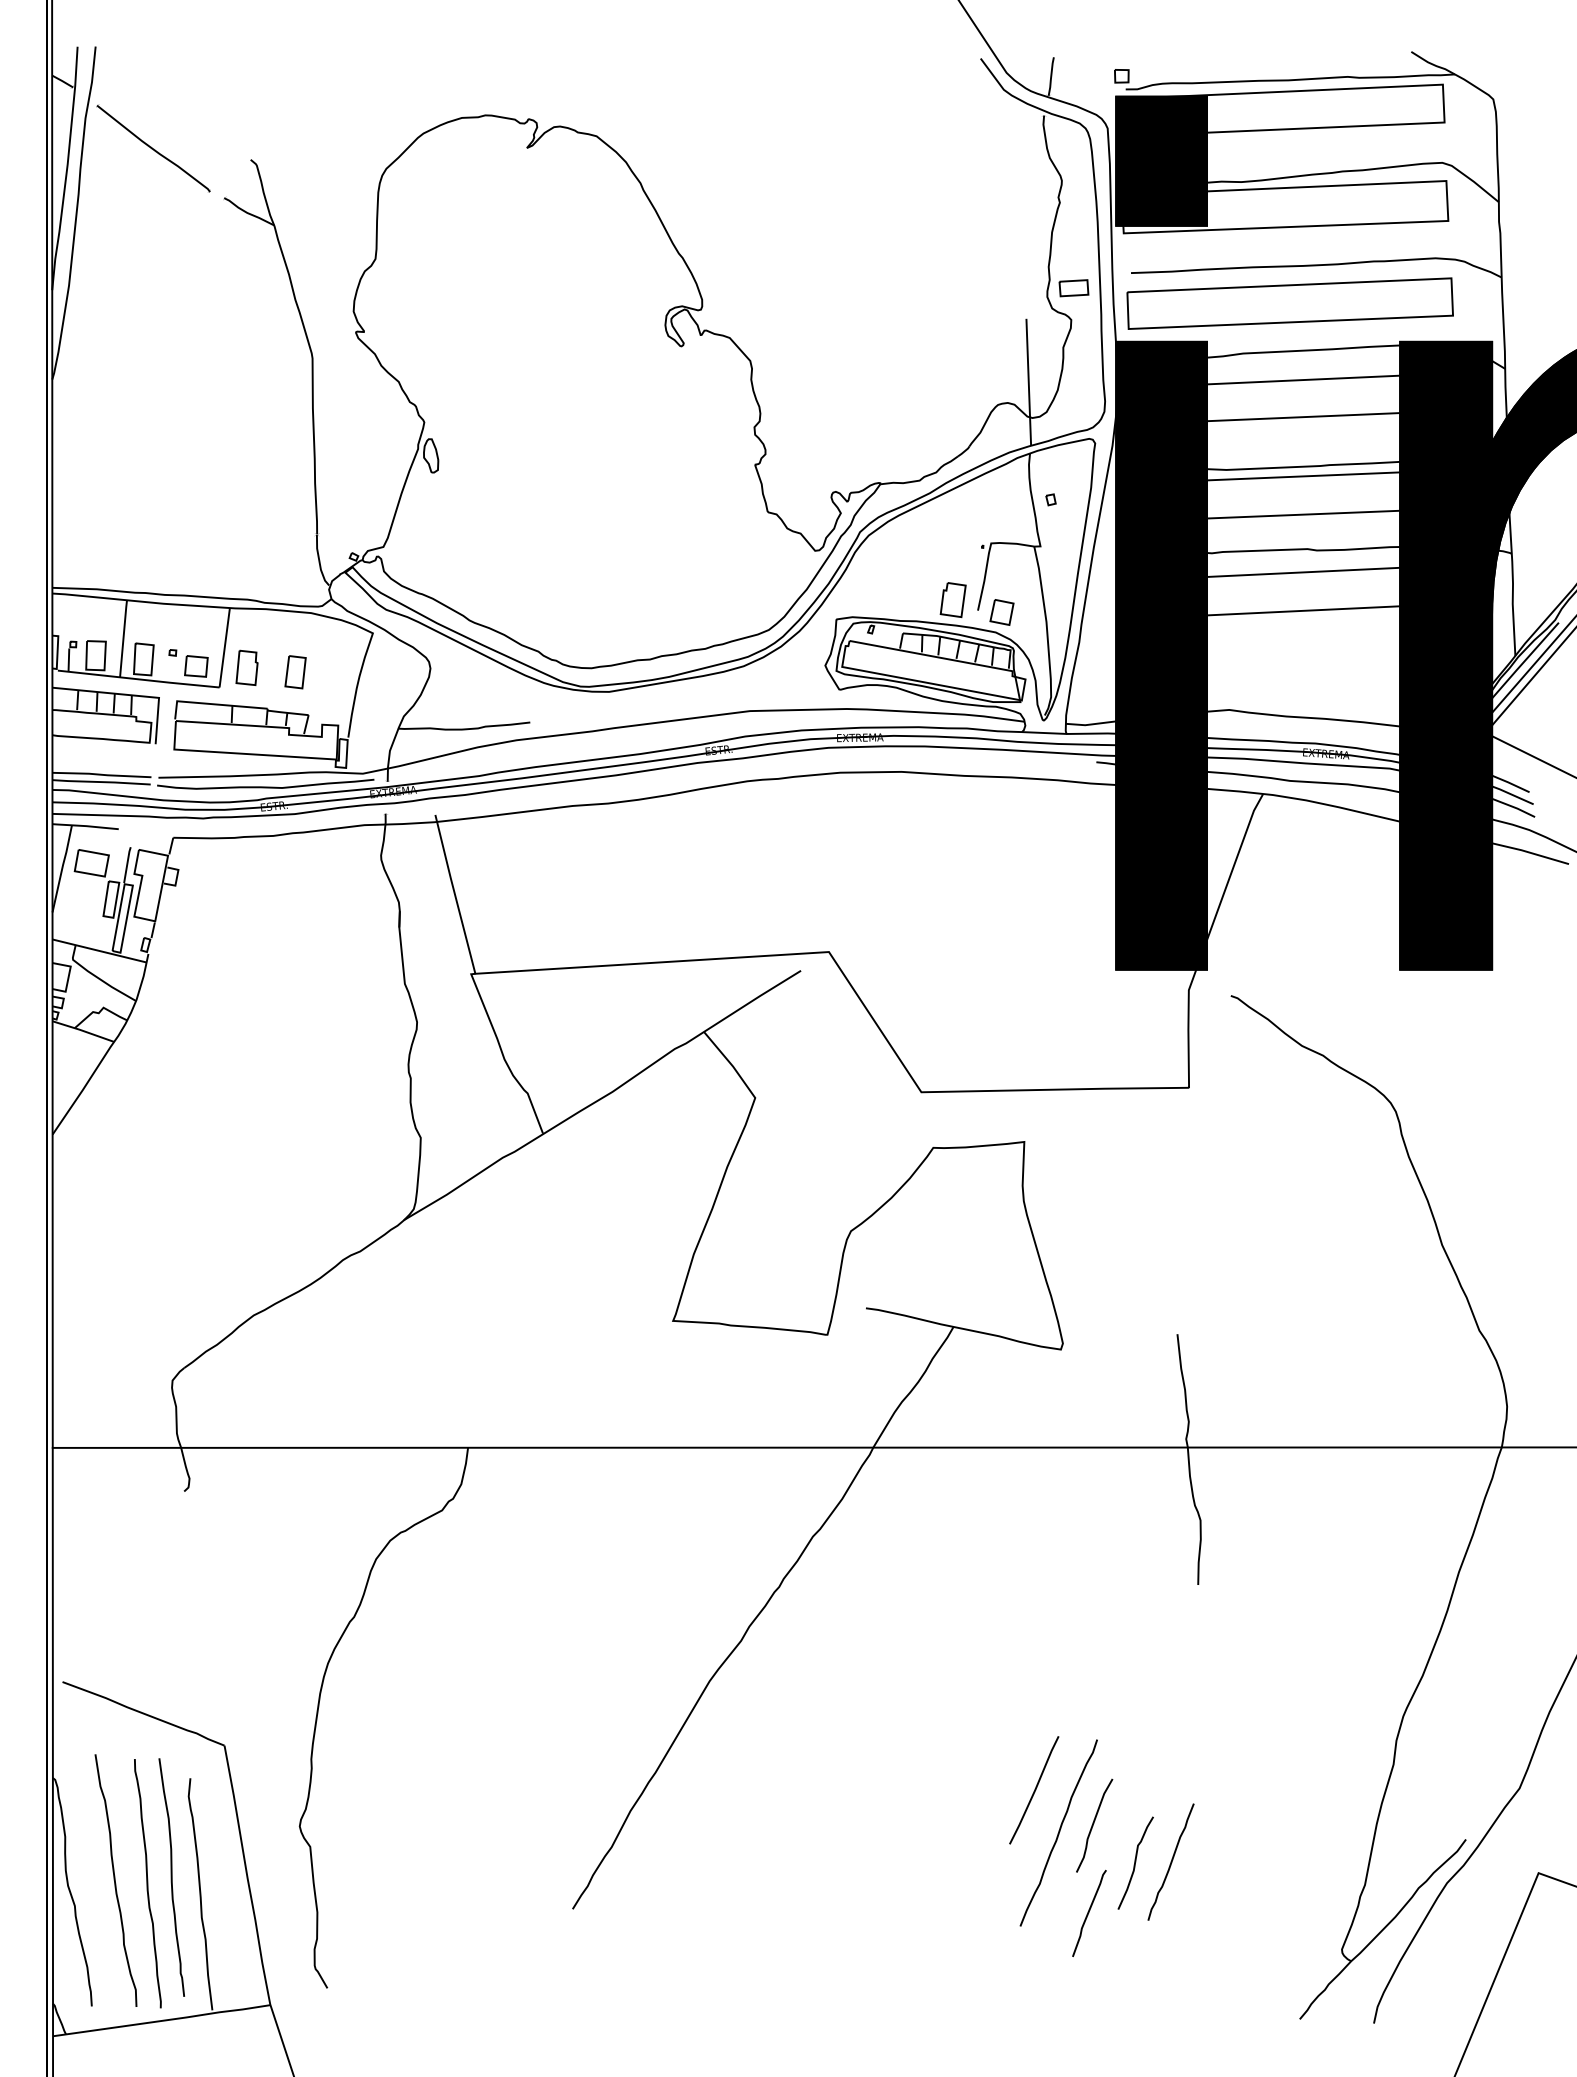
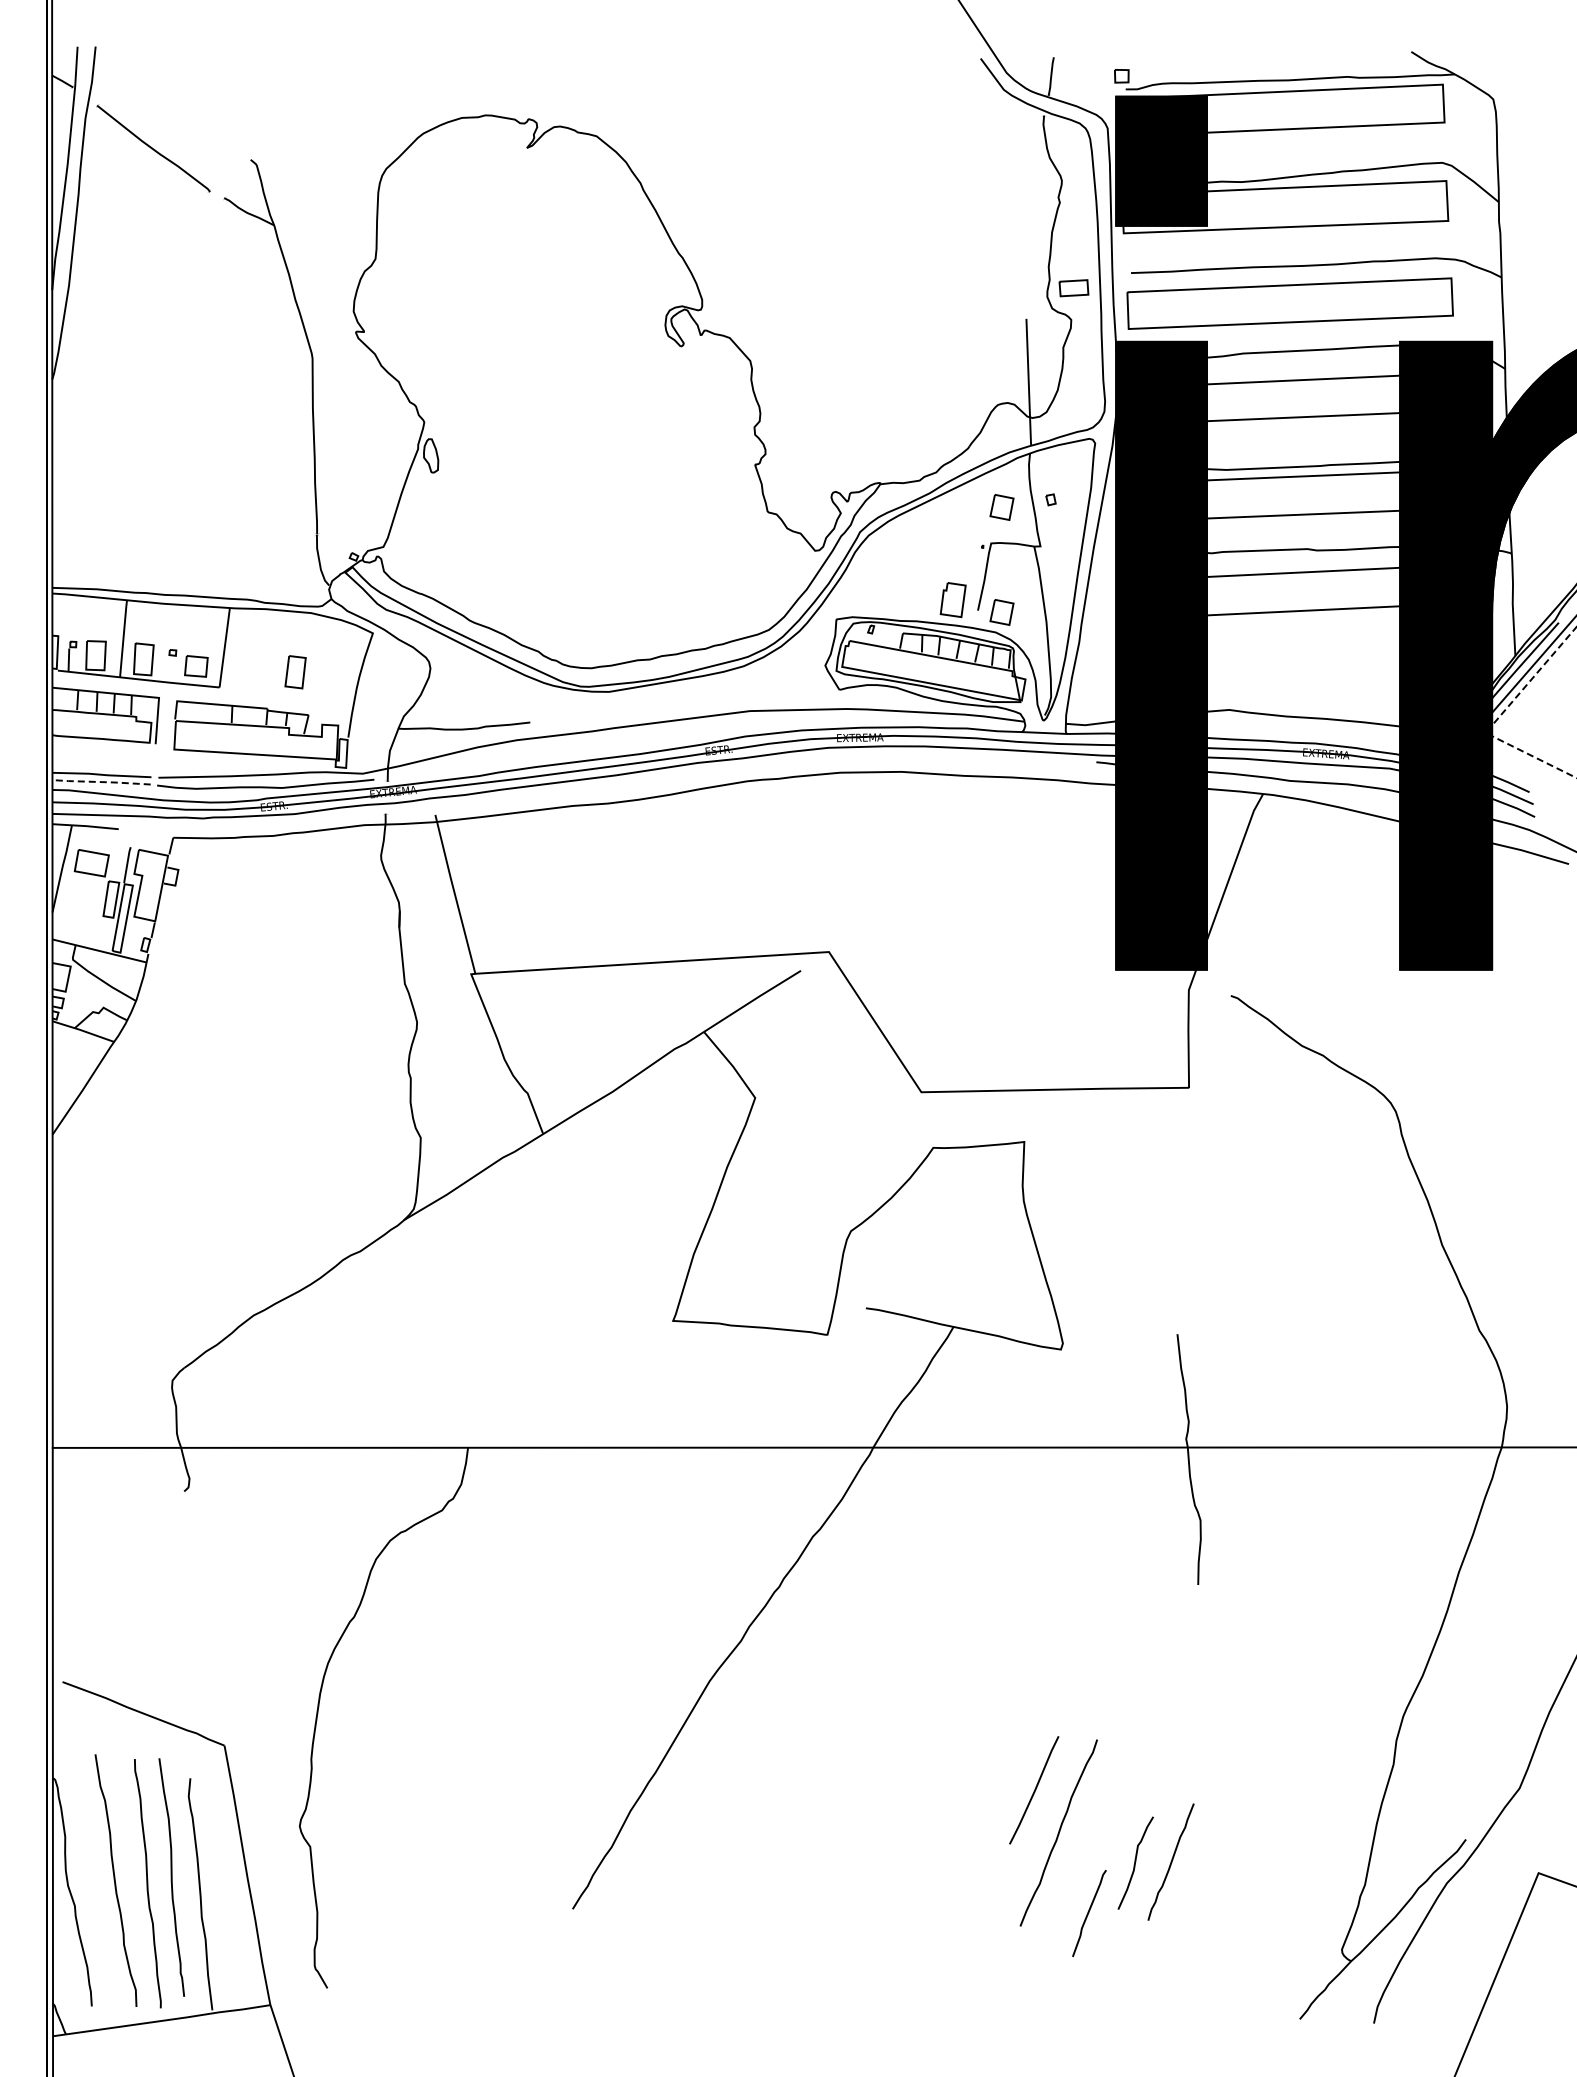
part at (1001, 507): none -> present
part at (246, 667): present -> none
line at (1497, 718): solid -> dashed
line at (101, 782): solid -> dashed
curve at (1093, 1825): present -> none
